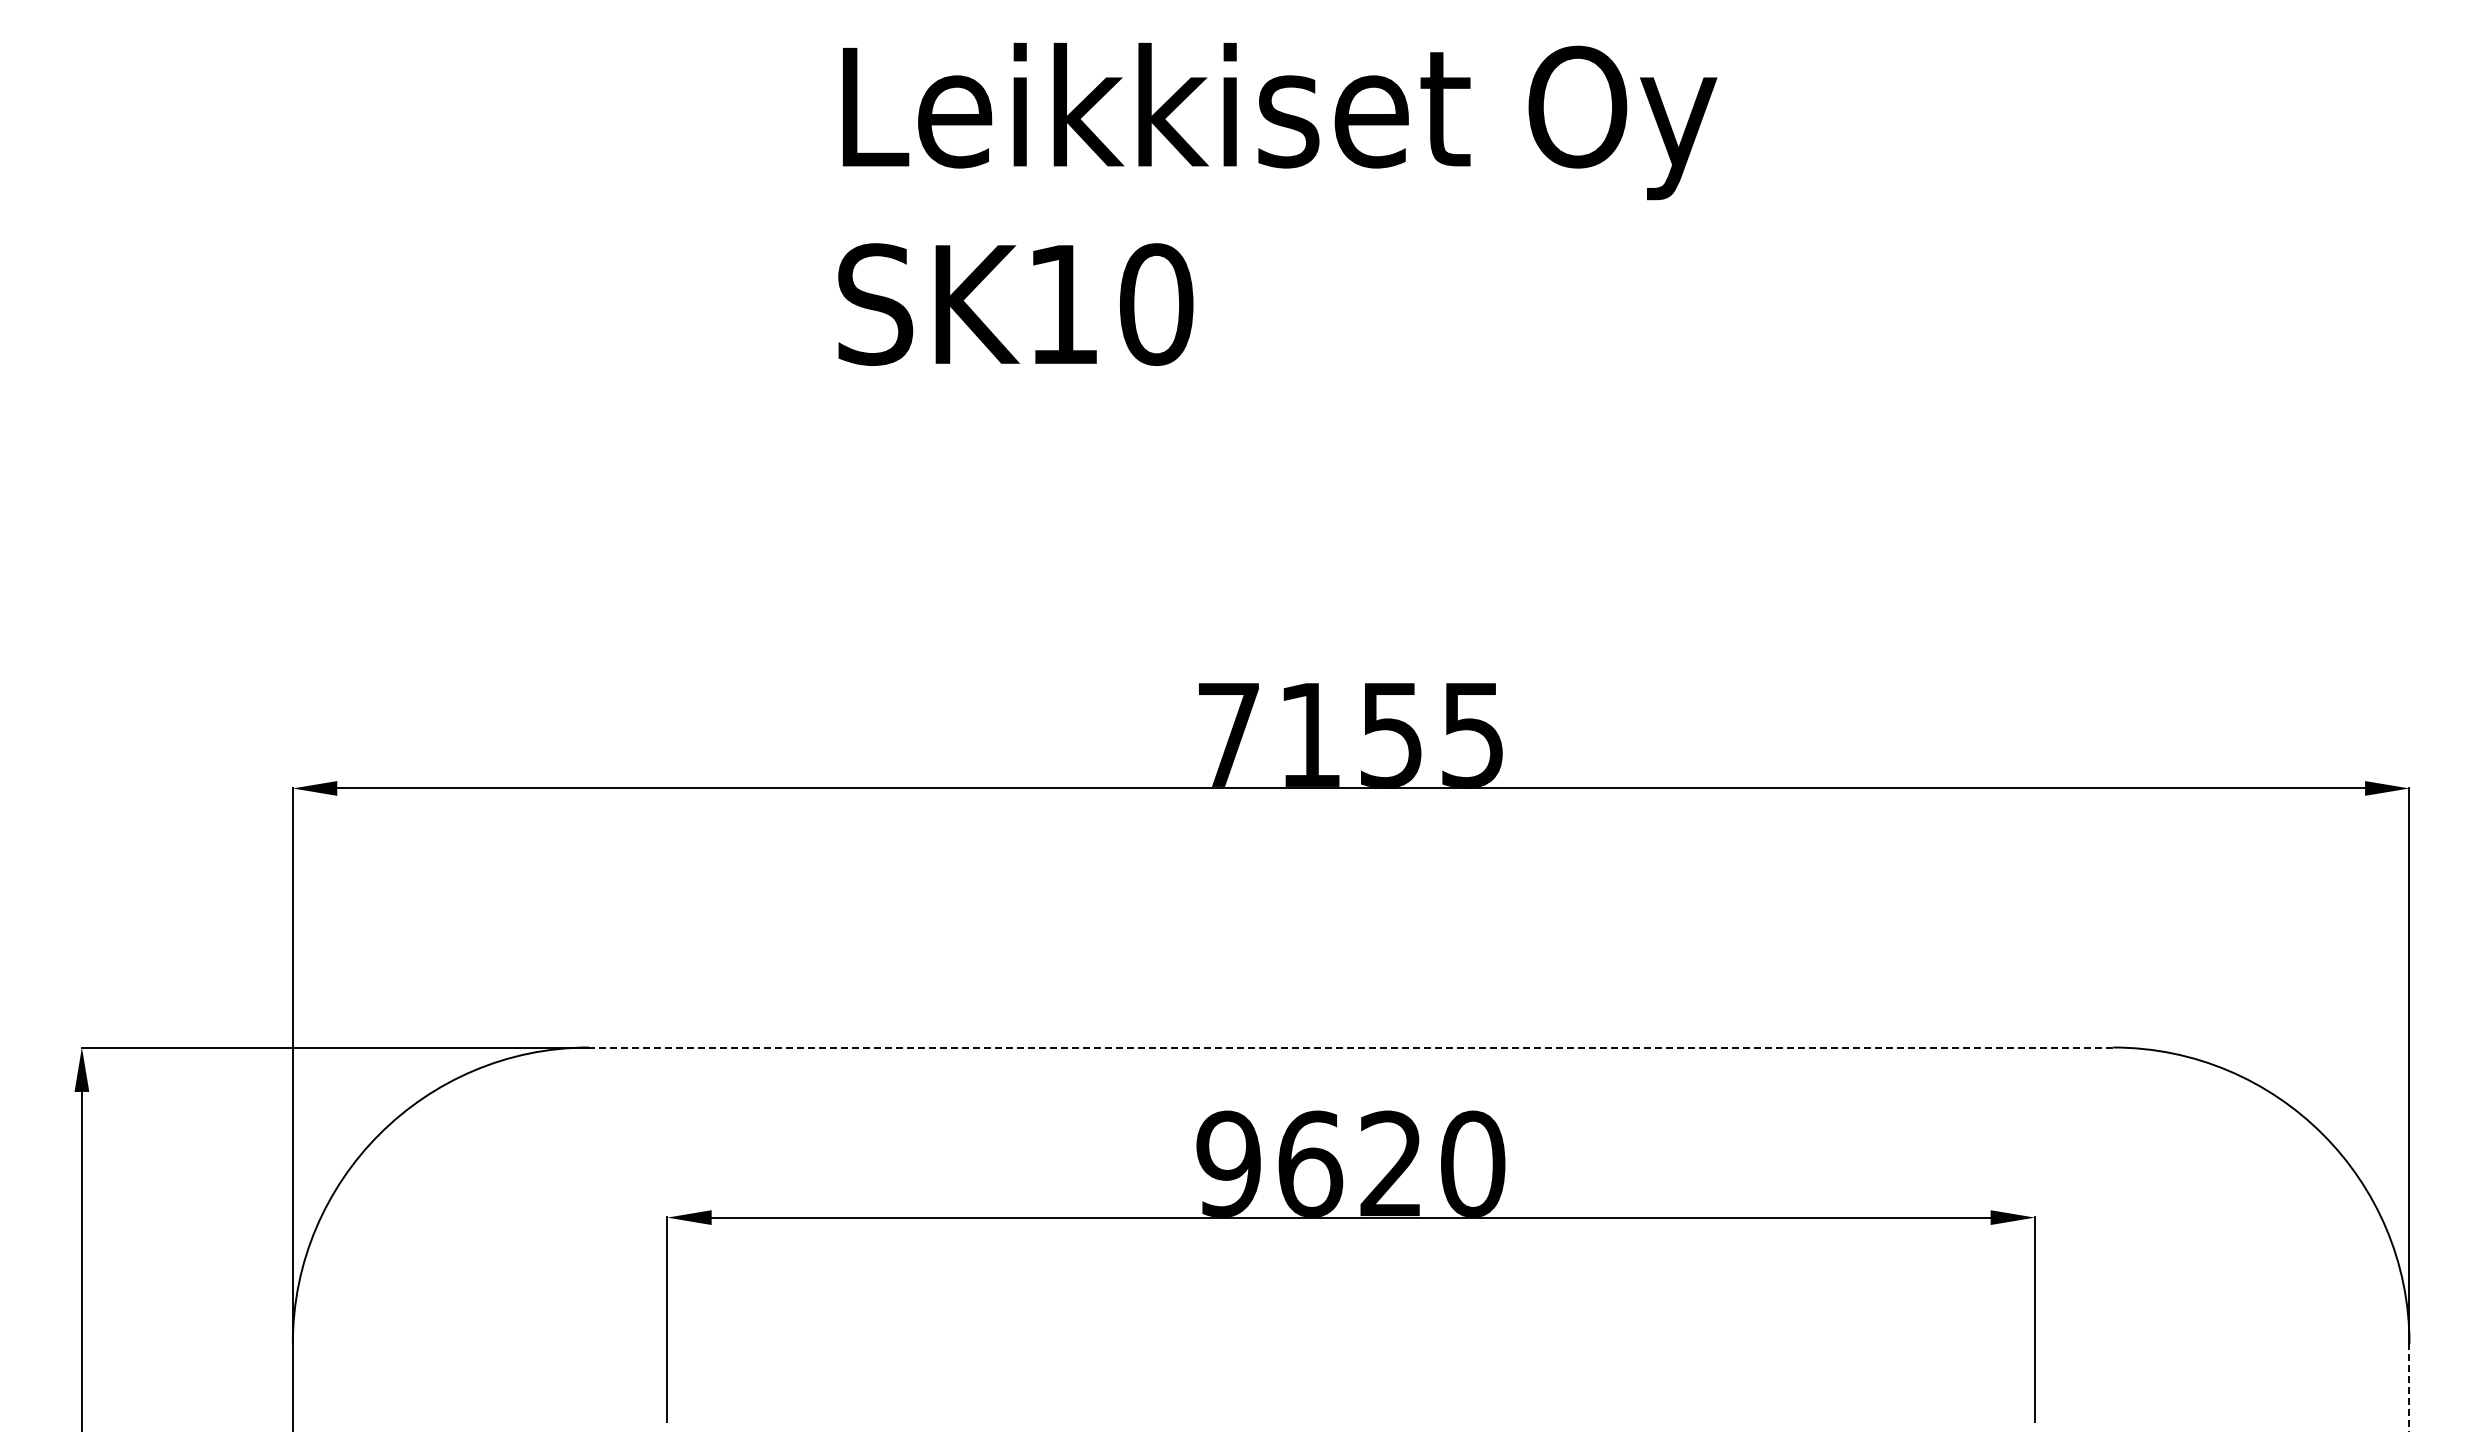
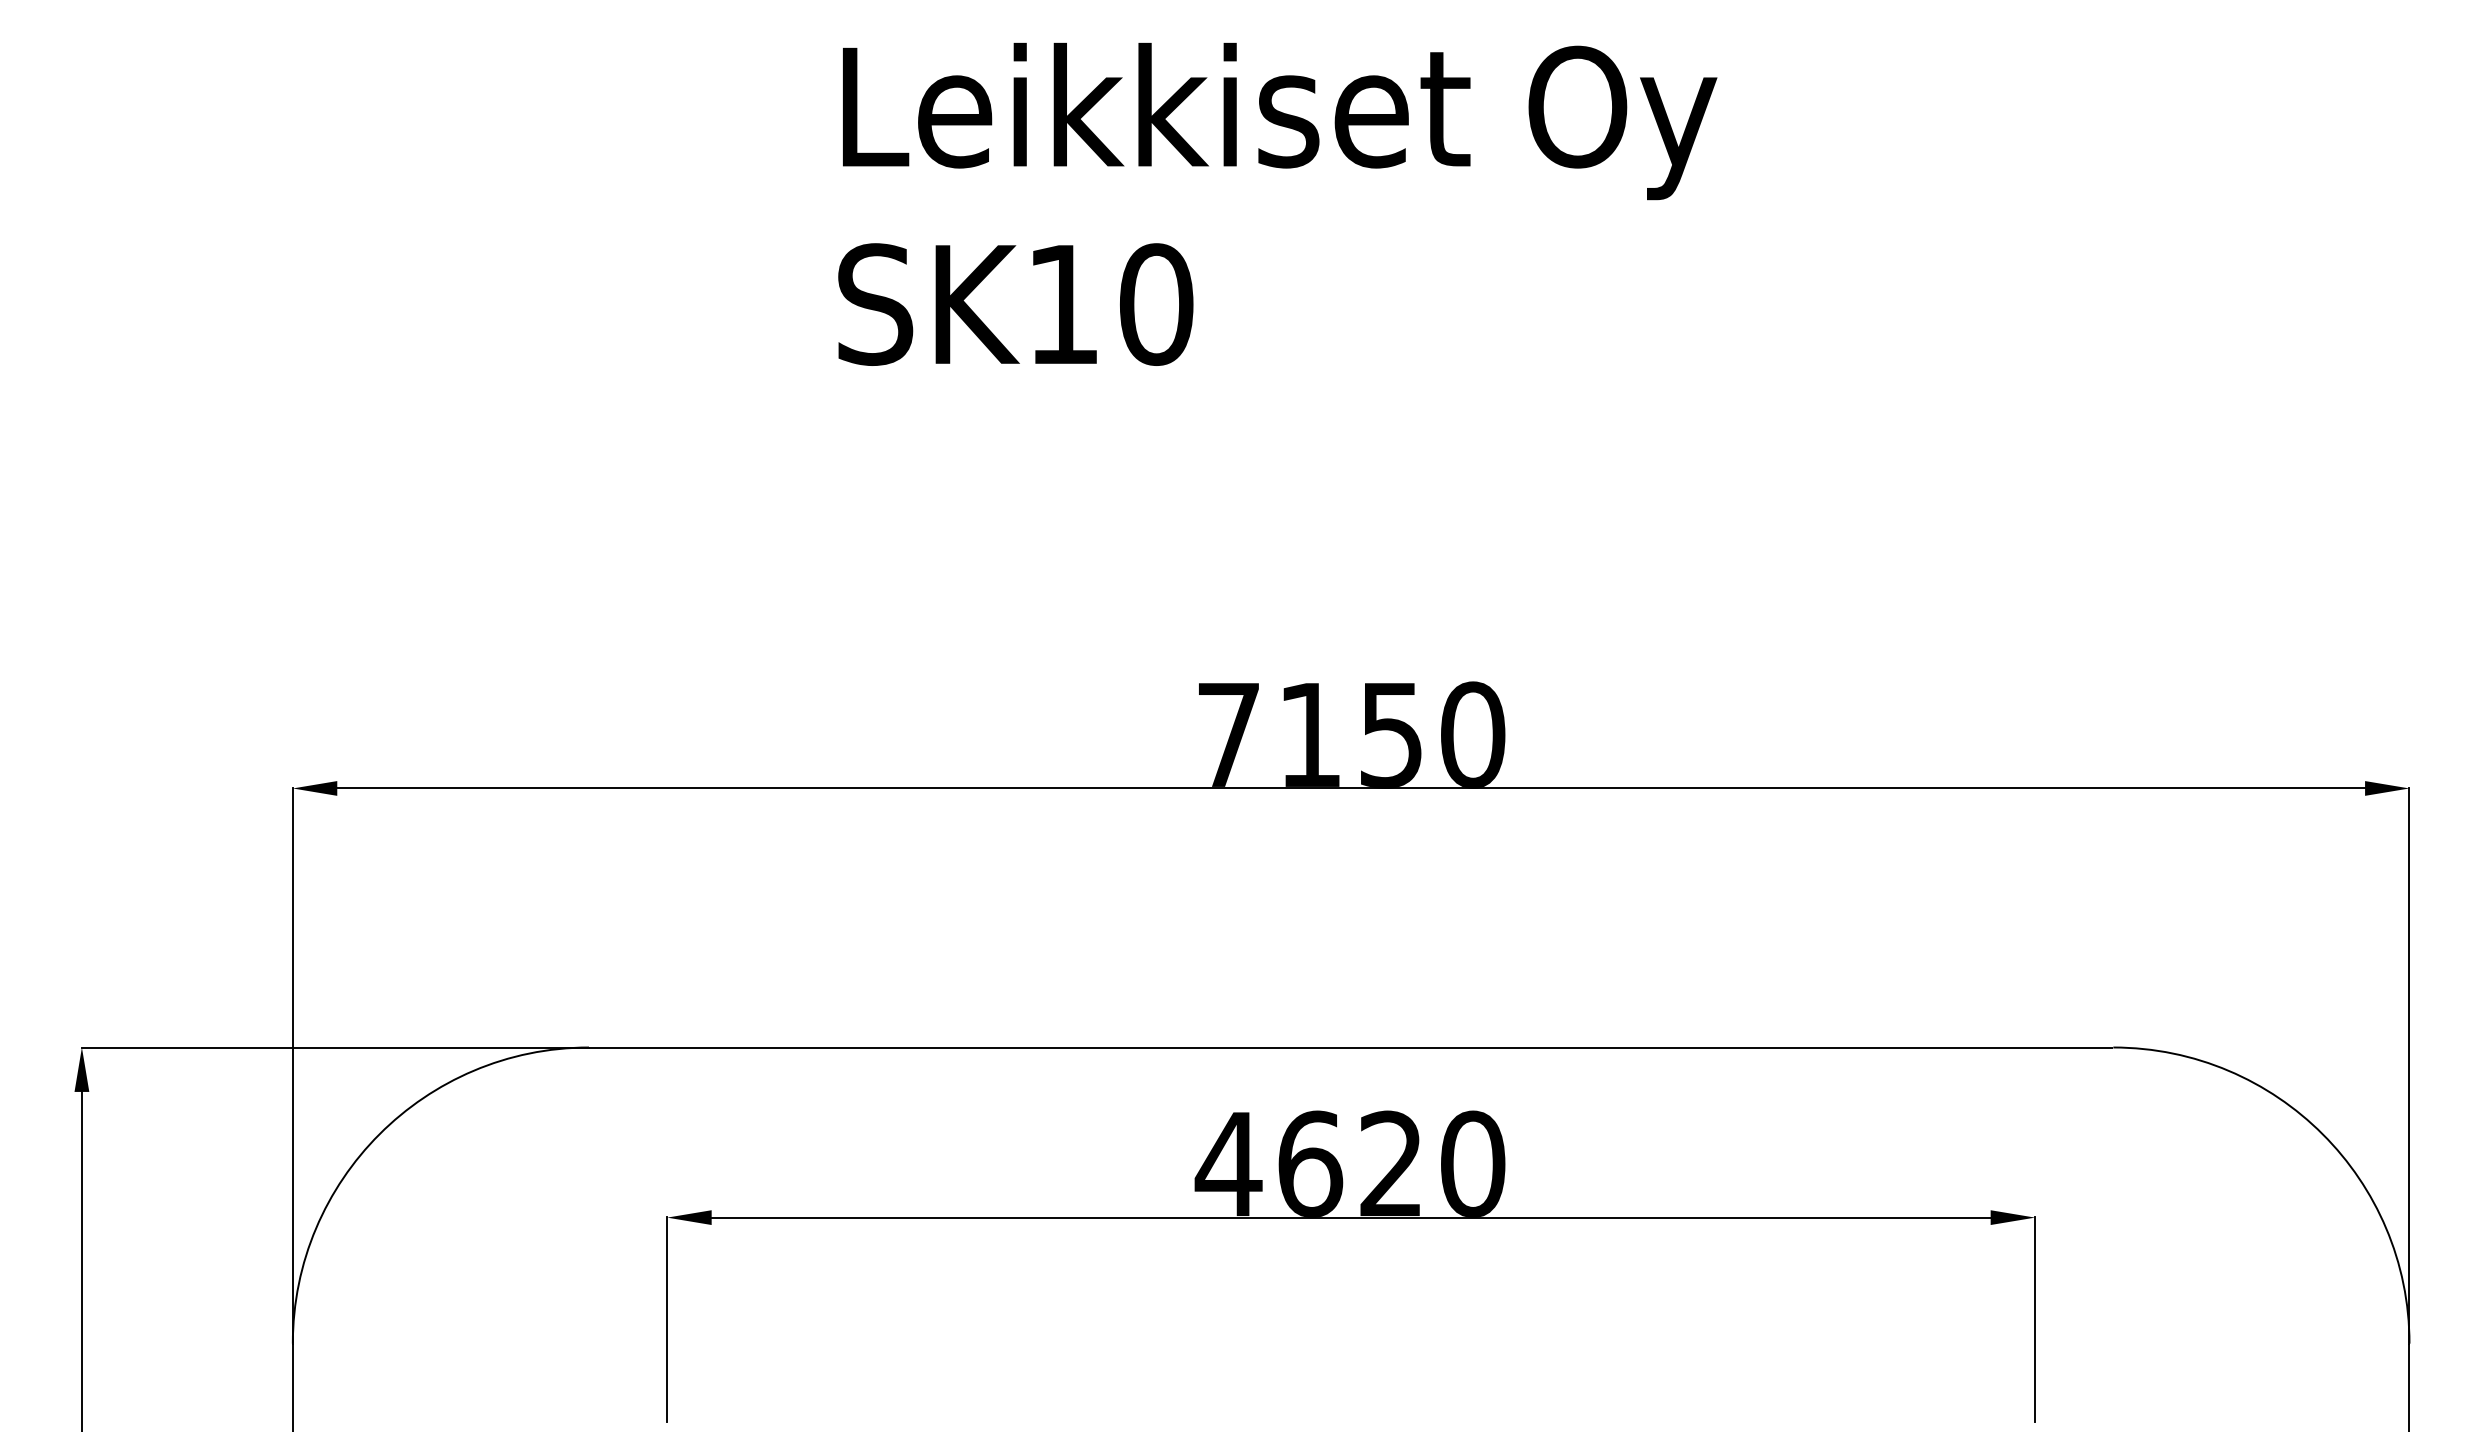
text at (1473, 733): 7155 -> 7150
line at (1350, 1047): dashed -> solid
text at (1228, 1163): 9620 -> 4620
line at (2409, 1387): dashed -> solid
